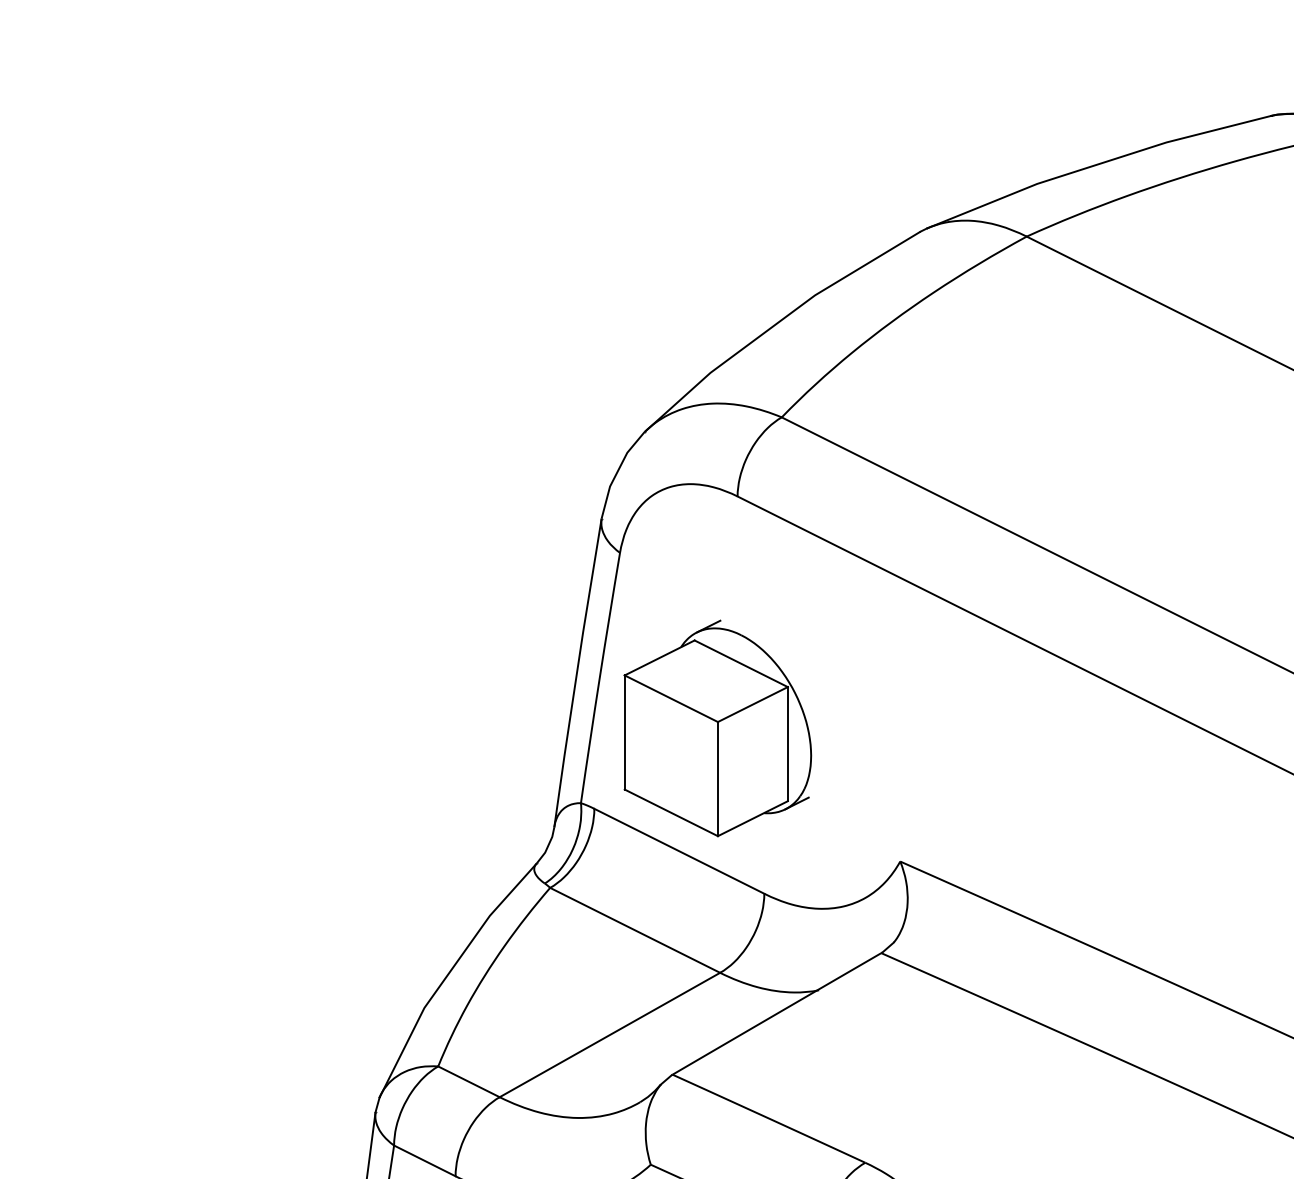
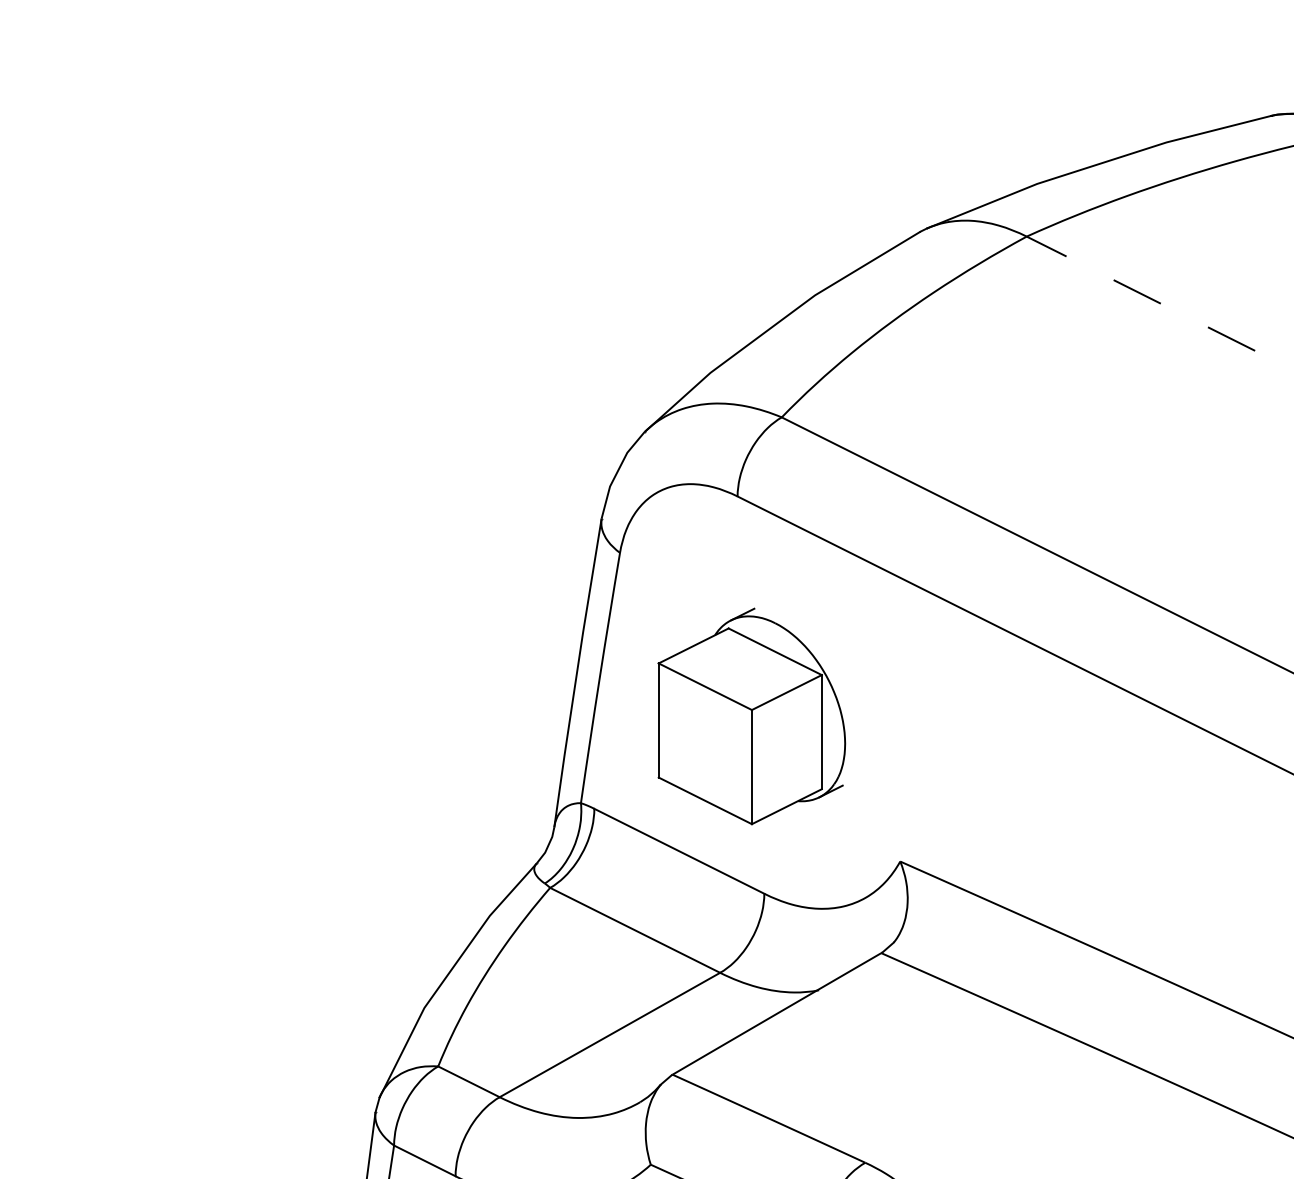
line at (1159, 303): solid -> dashed
part at (717, 728) position: (717, 728) -> (751, 716)
